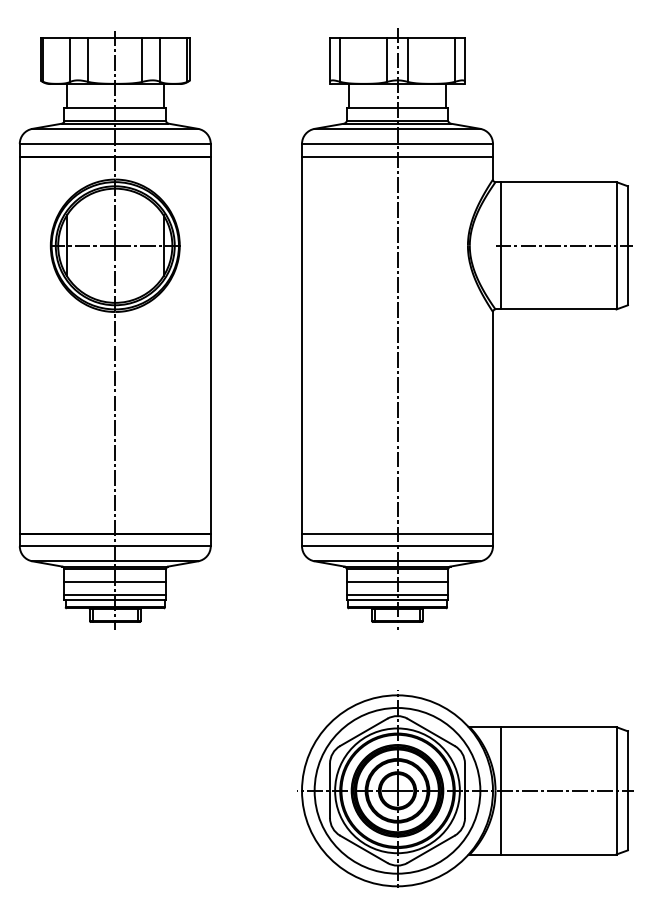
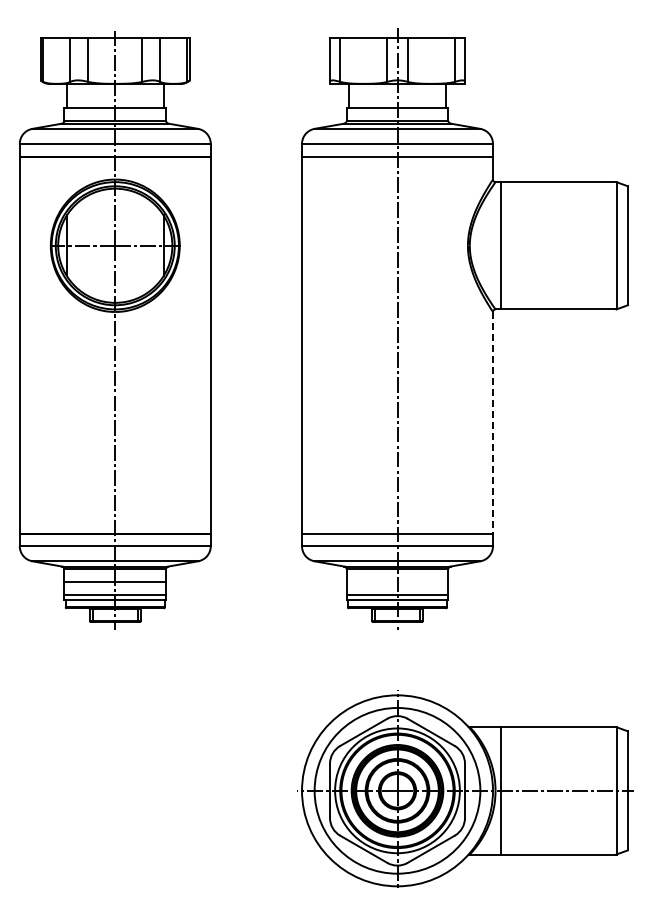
line at (564, 245): present -> none
line at (492, 422): solid -> dashed
line at (397, 581): present -> none
